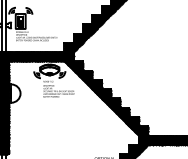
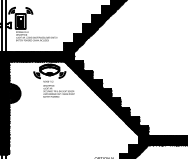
fill at (15, 93): none -> present
